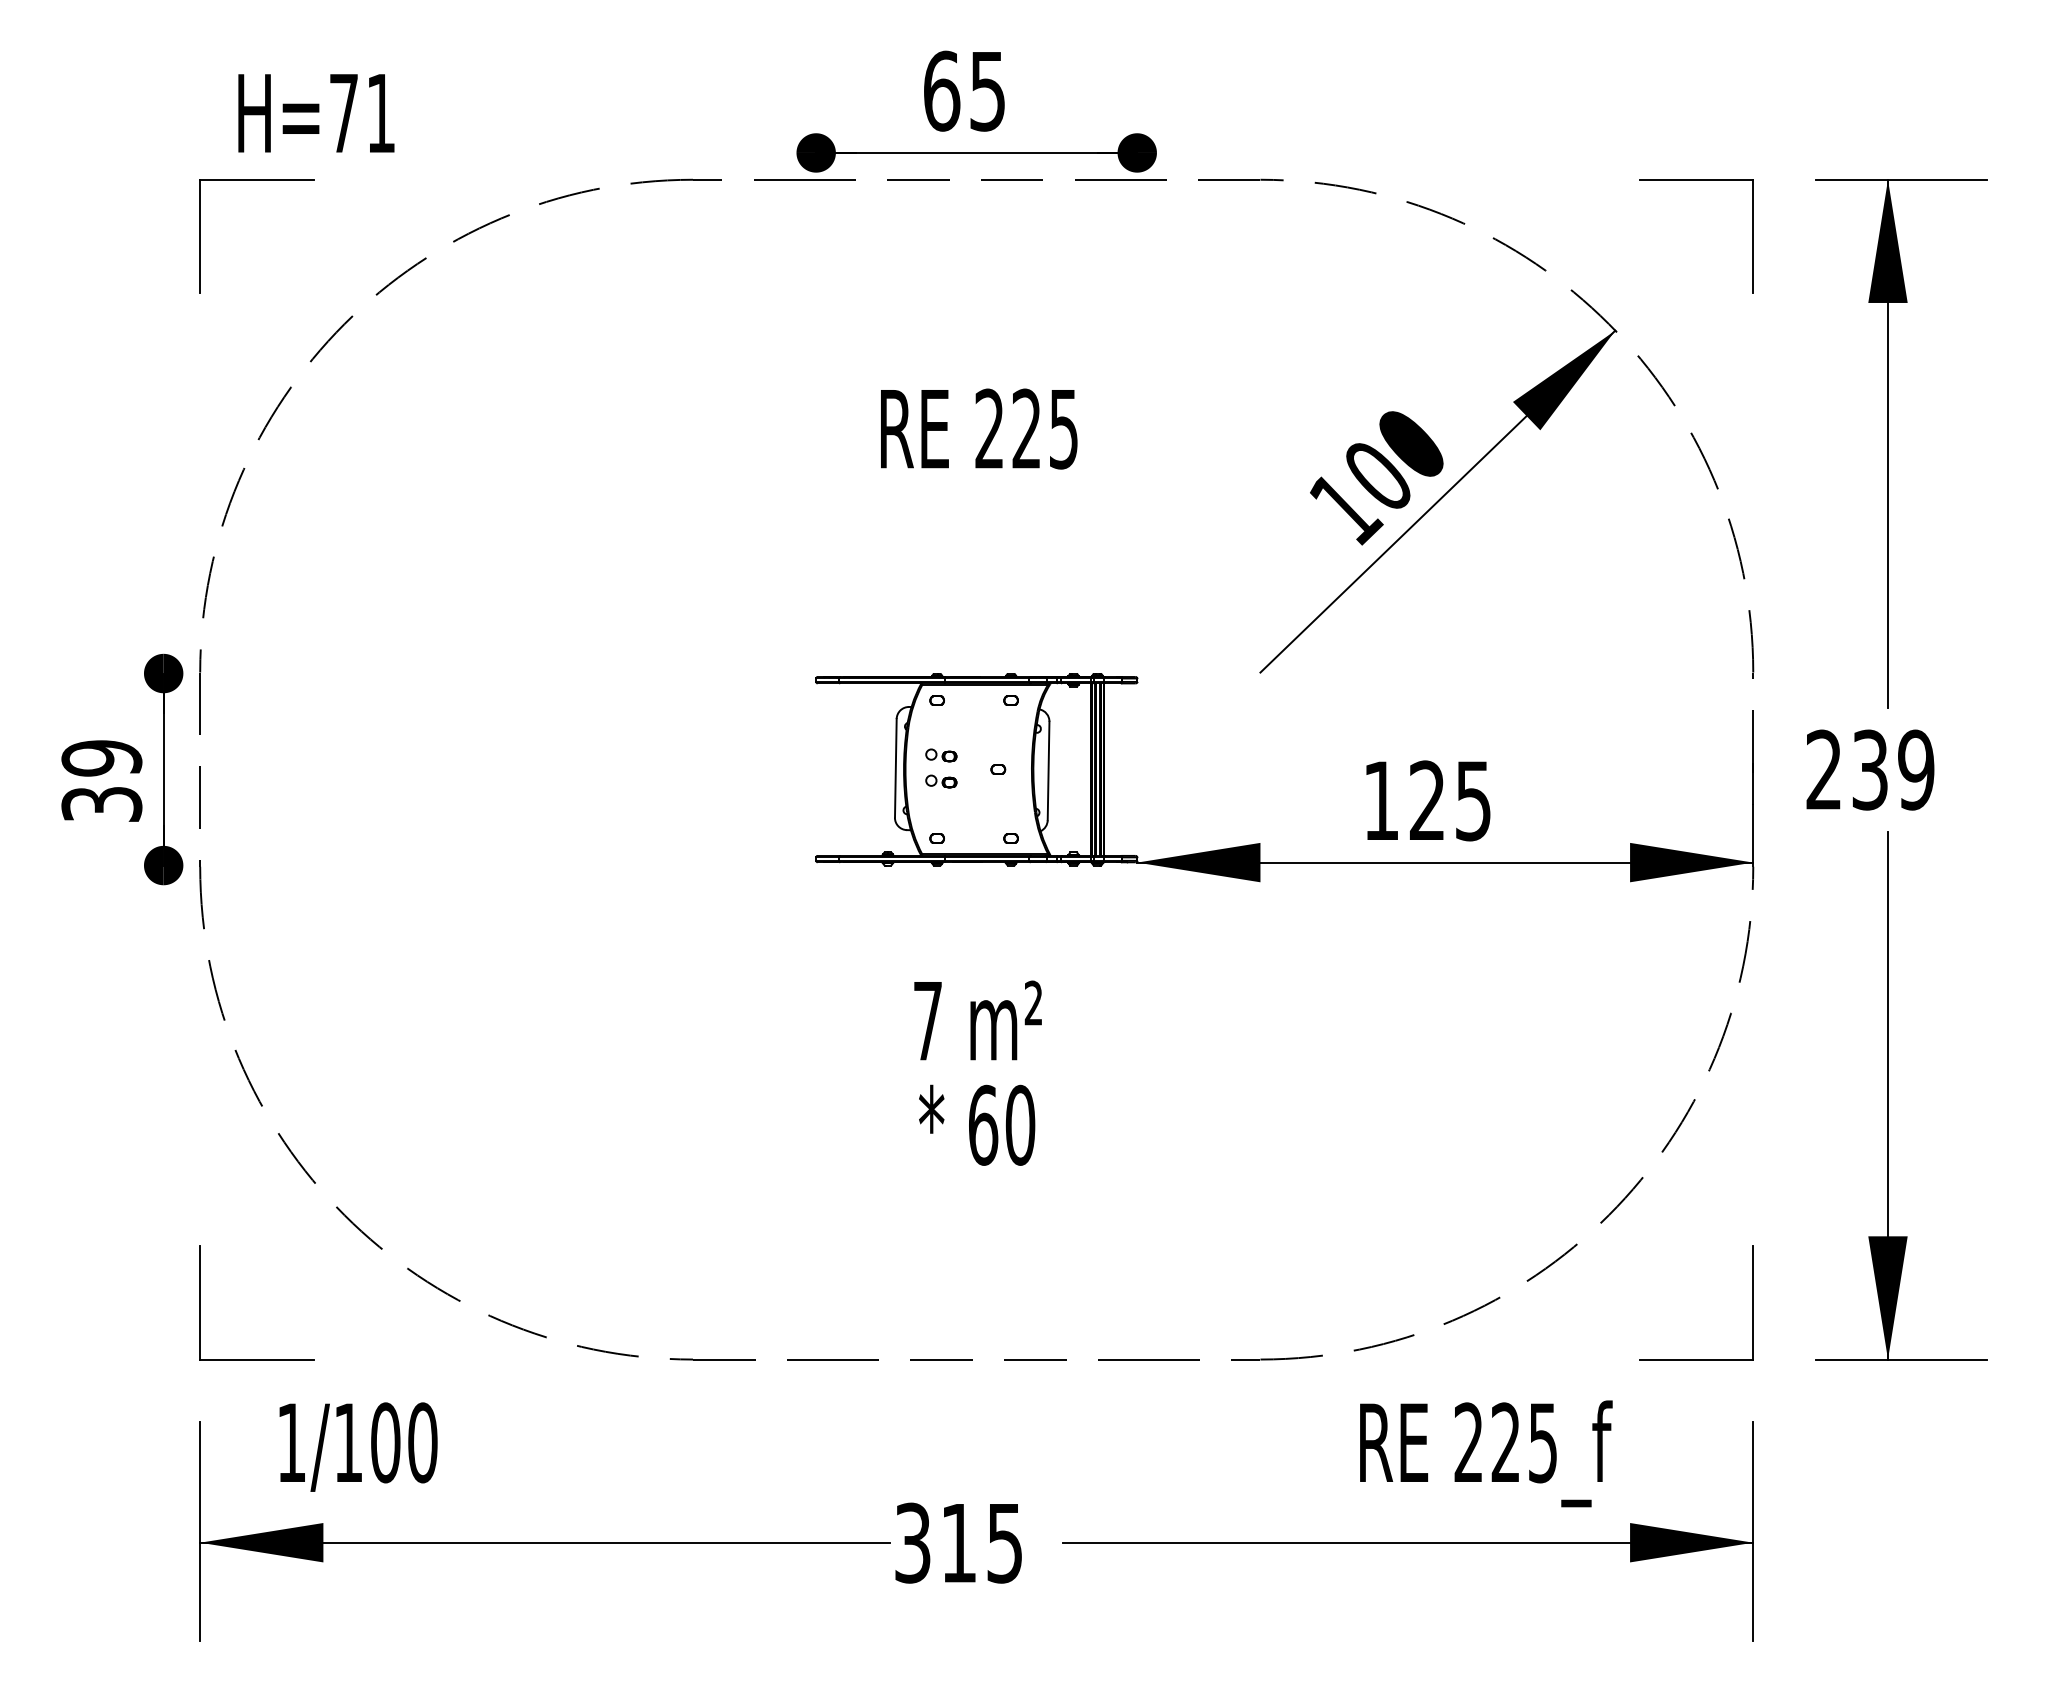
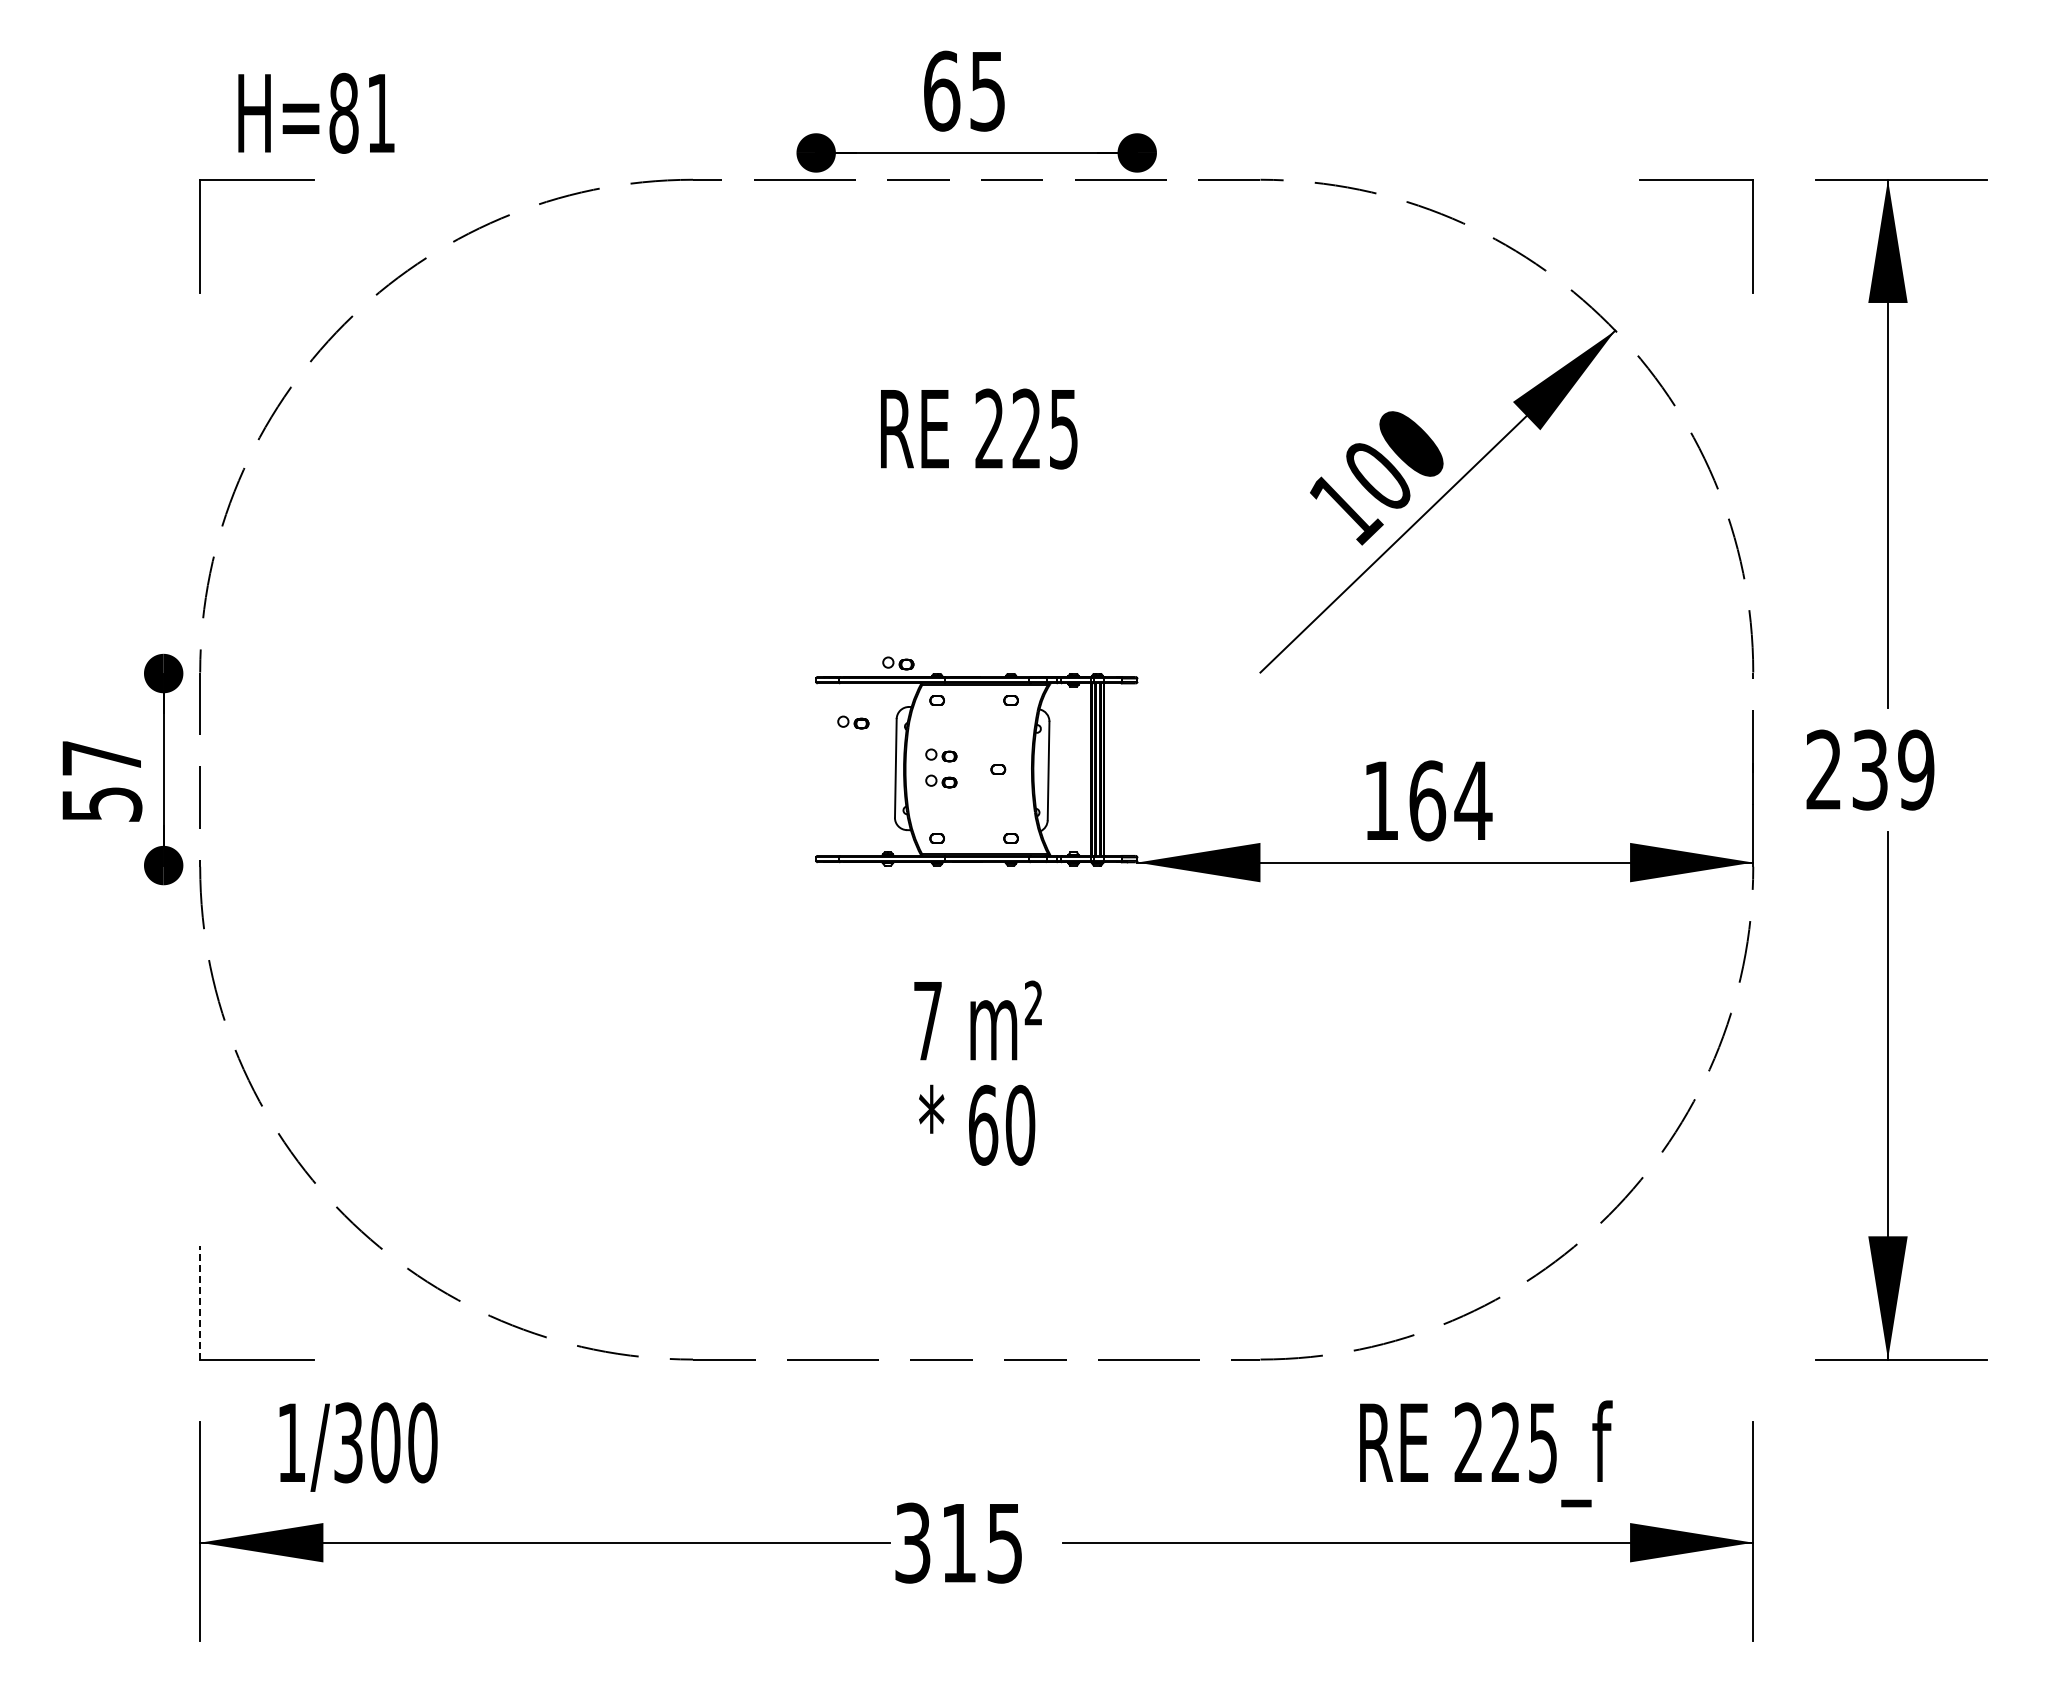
text at (343, 112): H=71 -> H=81
part at (898, 663): none -> present
part at (853, 722): none -> present
text at (101, 780): 39 -> 57
text at (1450, 800): 125 -> 164
line at (200, 1302): solid -> dashed
part at (1752, 1302): present -> none
text at (348, 1442): 1/100 -> 1/300
